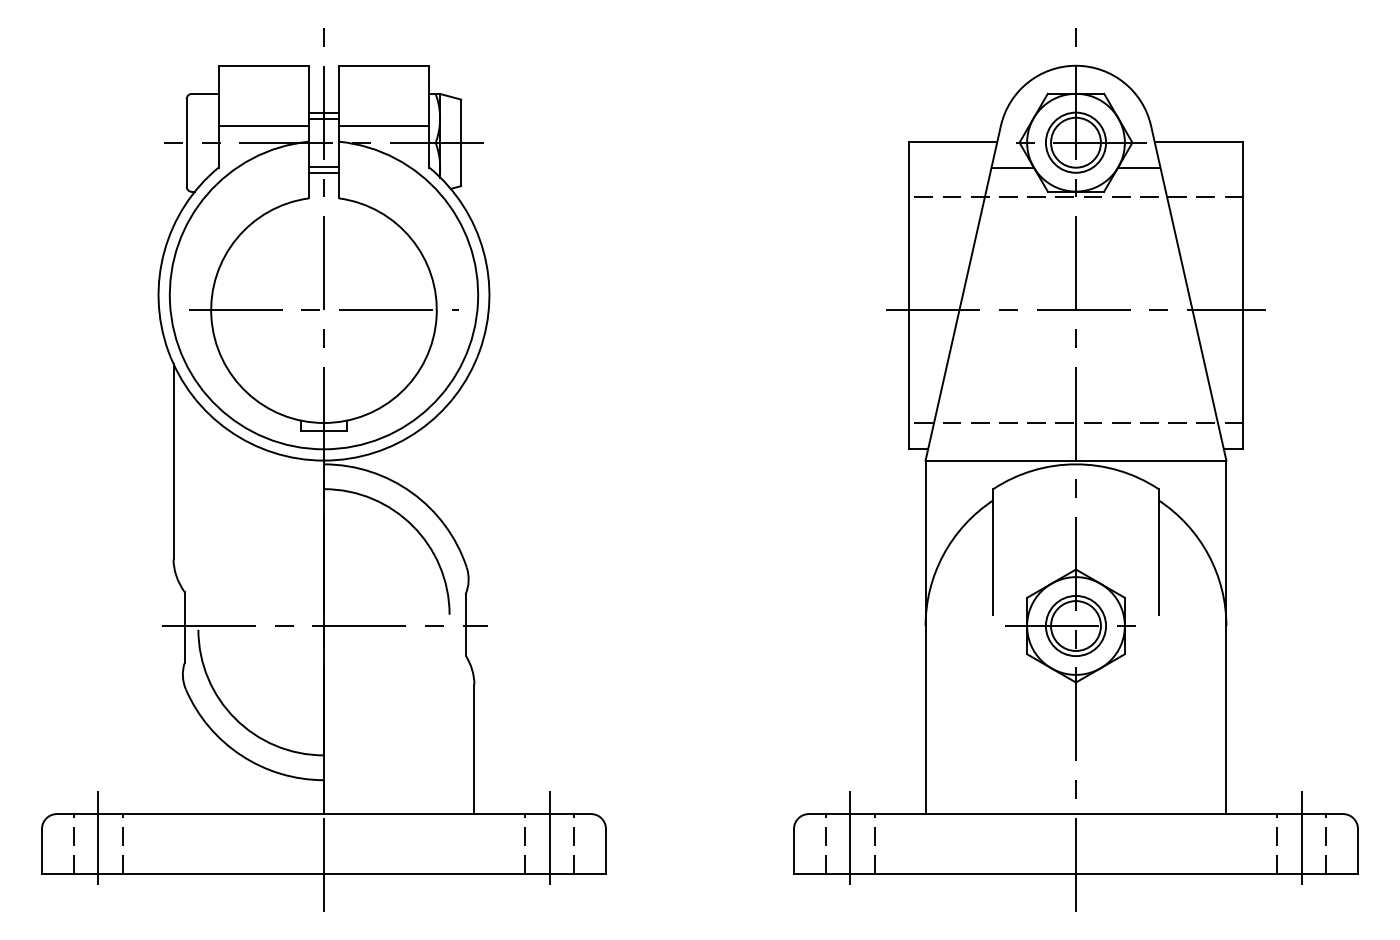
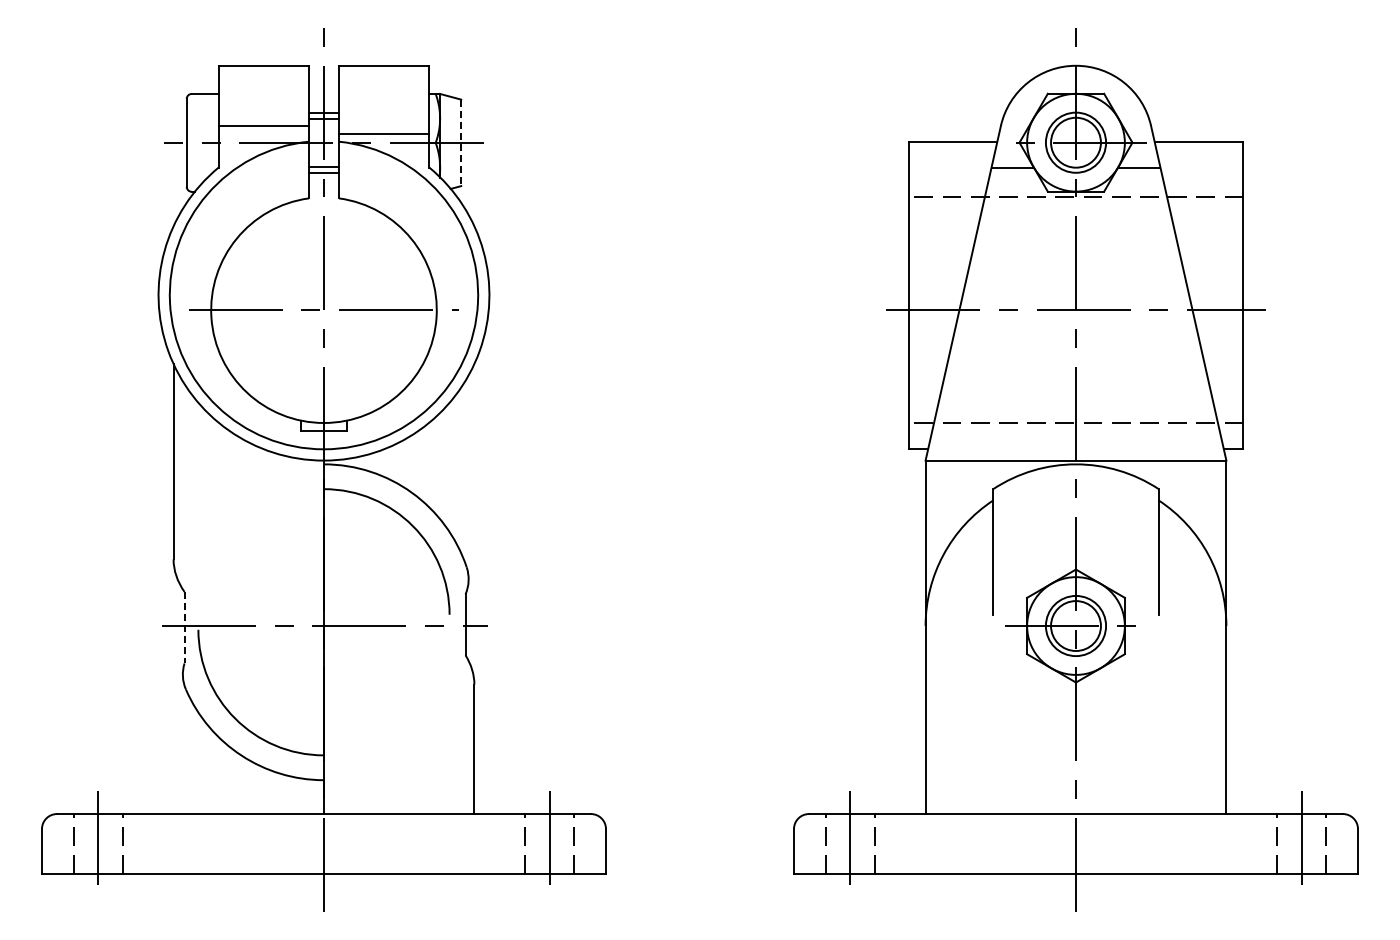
line at (384, 125) position: (384, 125) -> (384, 133)
line at (461, 143): solid -> dashed
line at (184, 627): solid -> dashed
